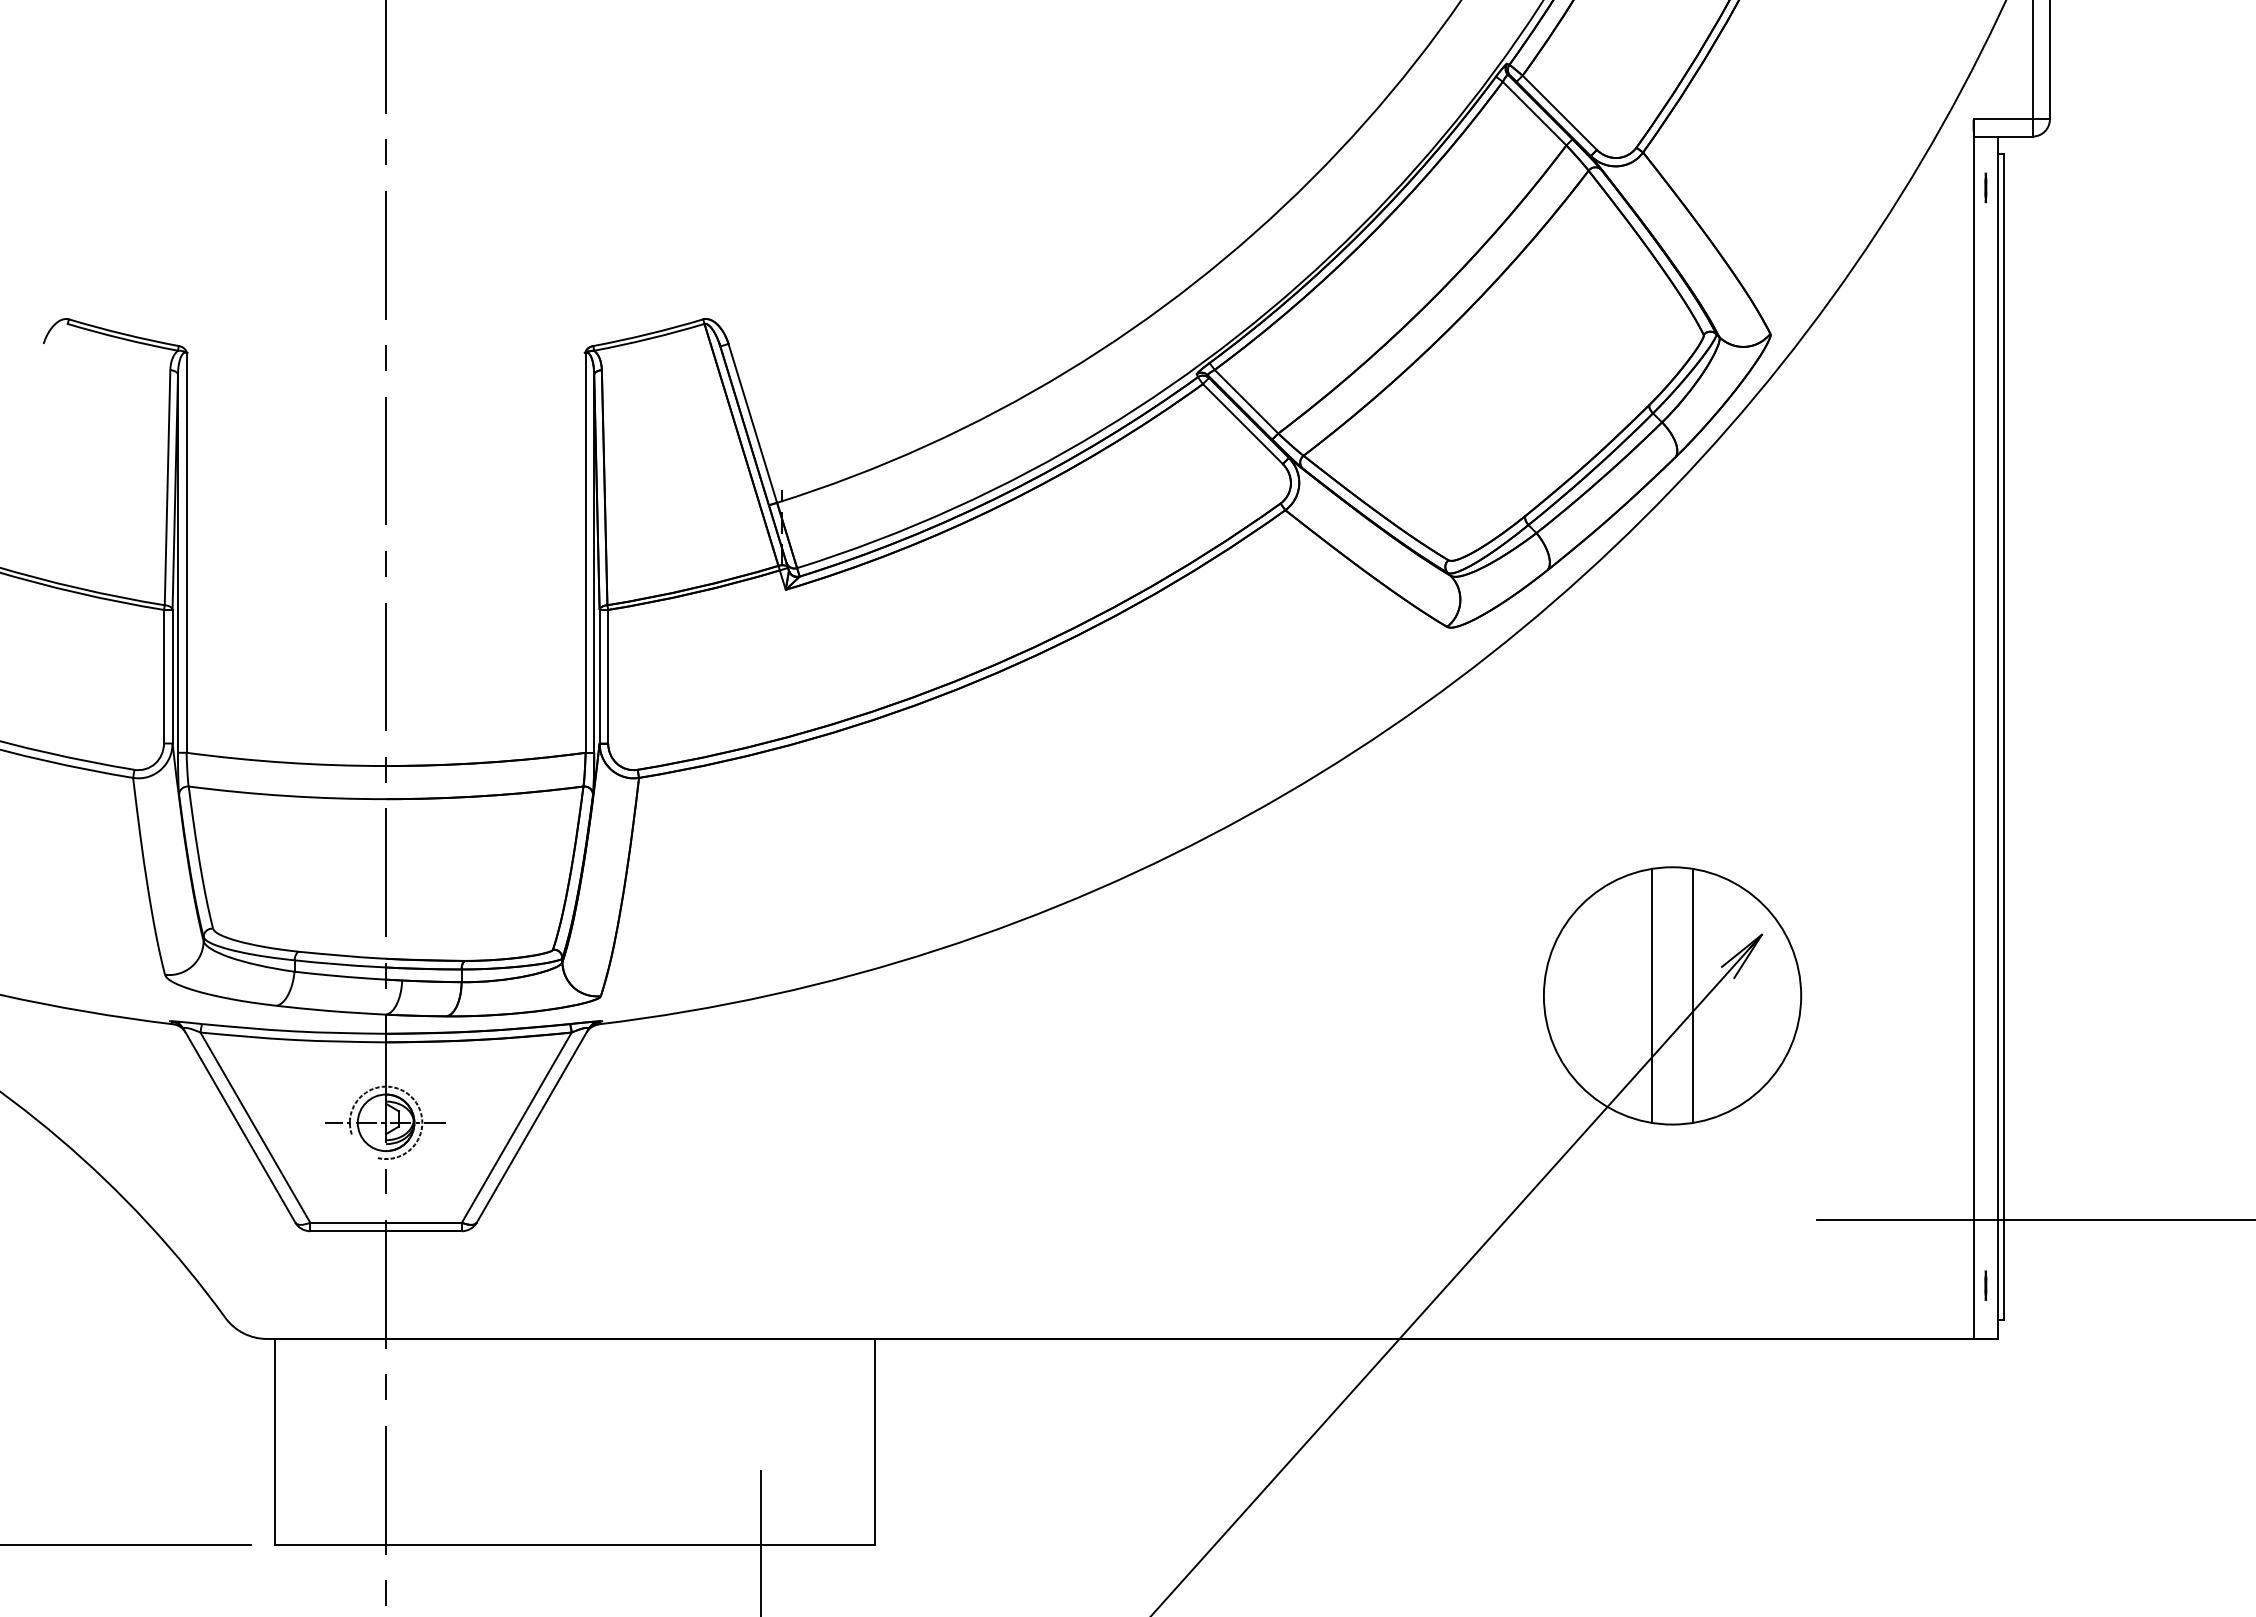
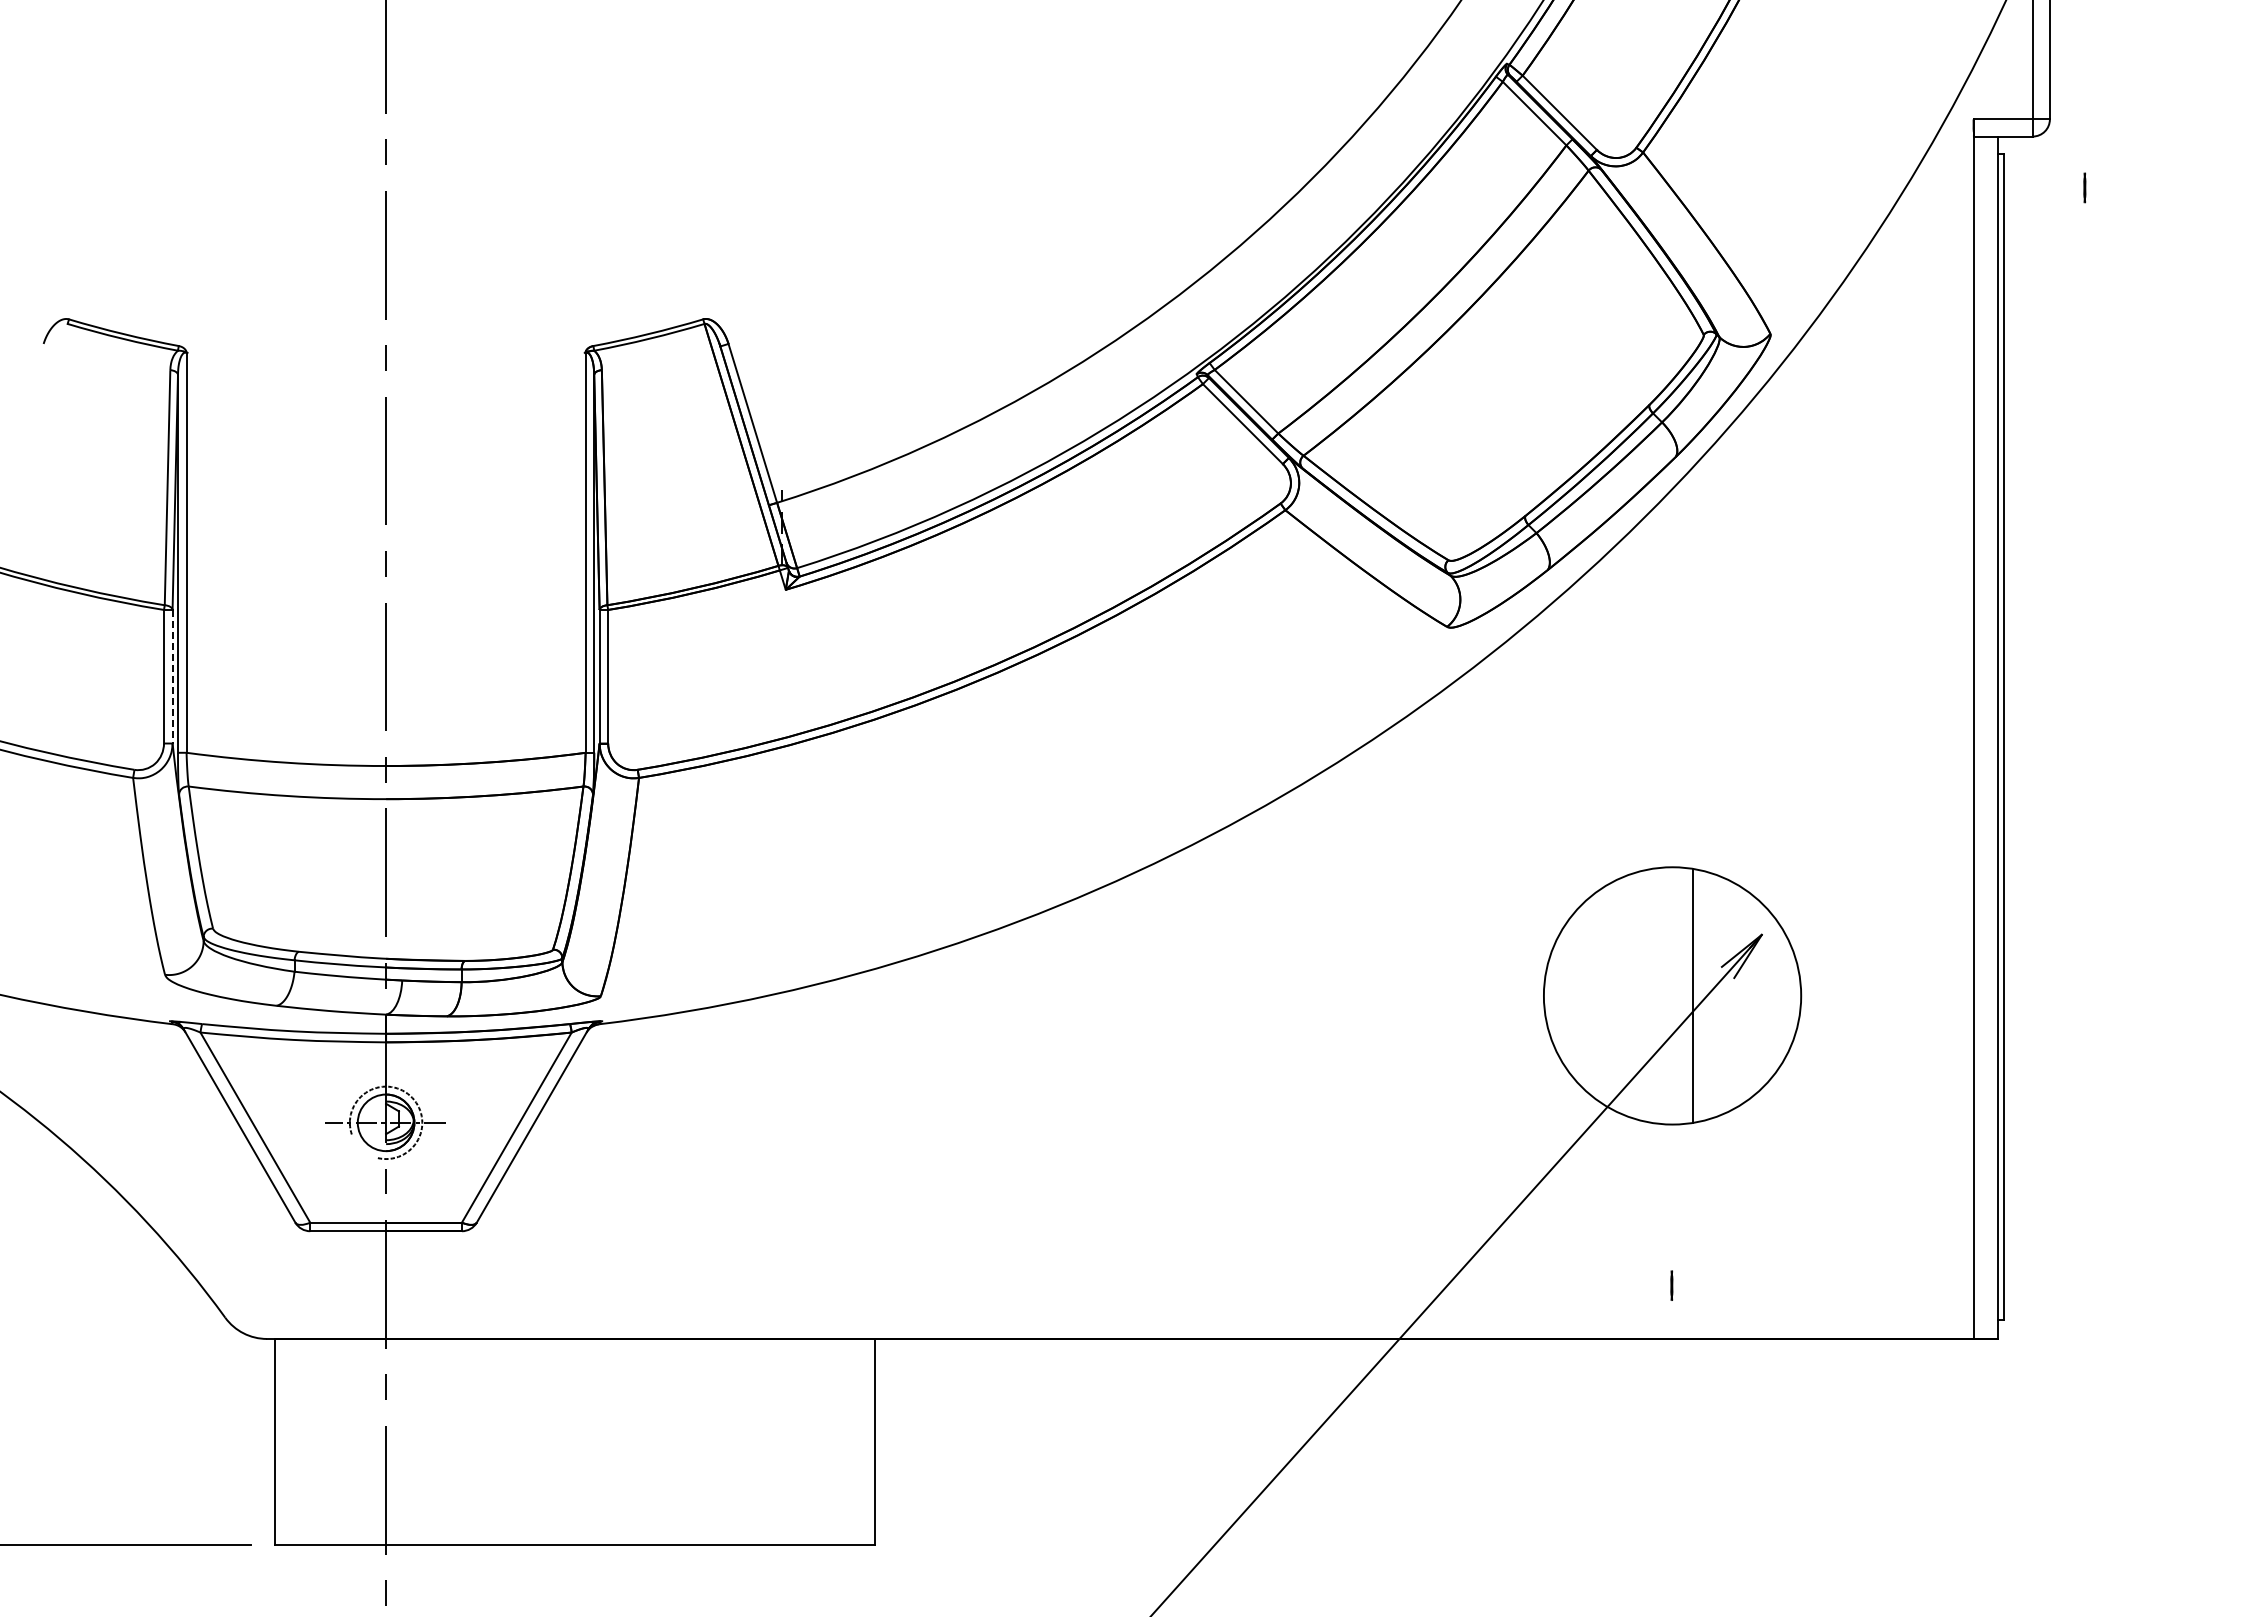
line at (1985, 187) position: (1985, 187) -> (2084, 187)
line at (172, 676): solid -> dashed
line at (1651, 995): present -> none
line at (2034, 1219): present -> none
line at (1985, 1285) position: (1985, 1285) -> (1671, 1285)
line at (760, 1541): present -> none
